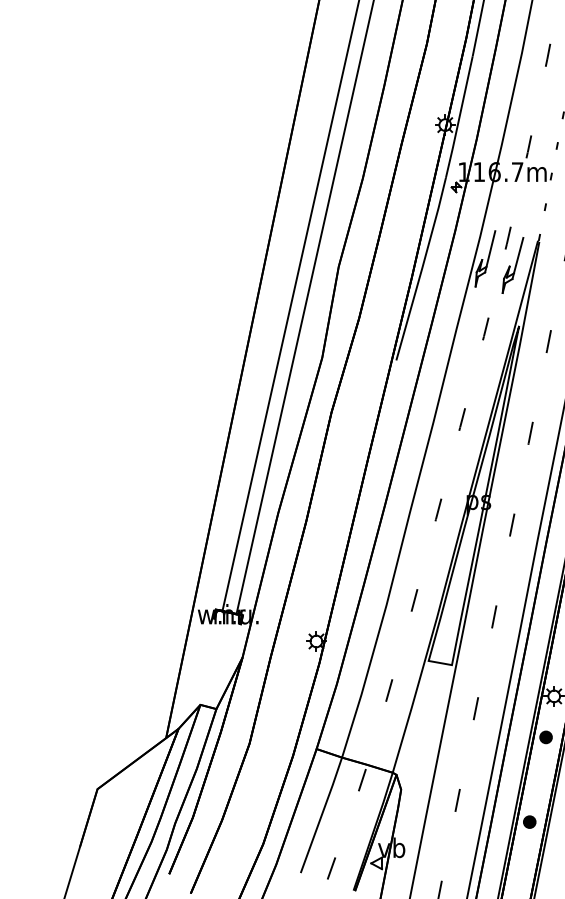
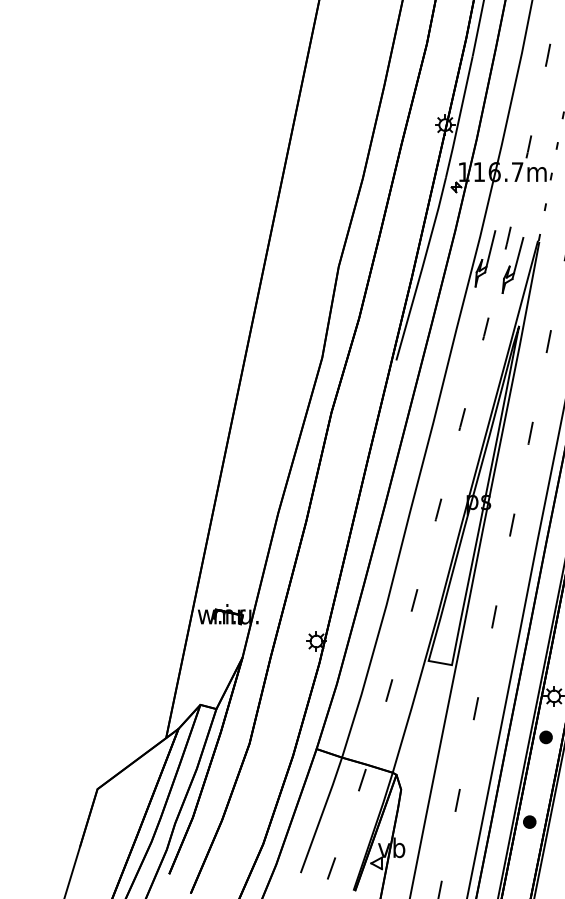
line at (290, 306): present -> none
line at (304, 308): present -> none
